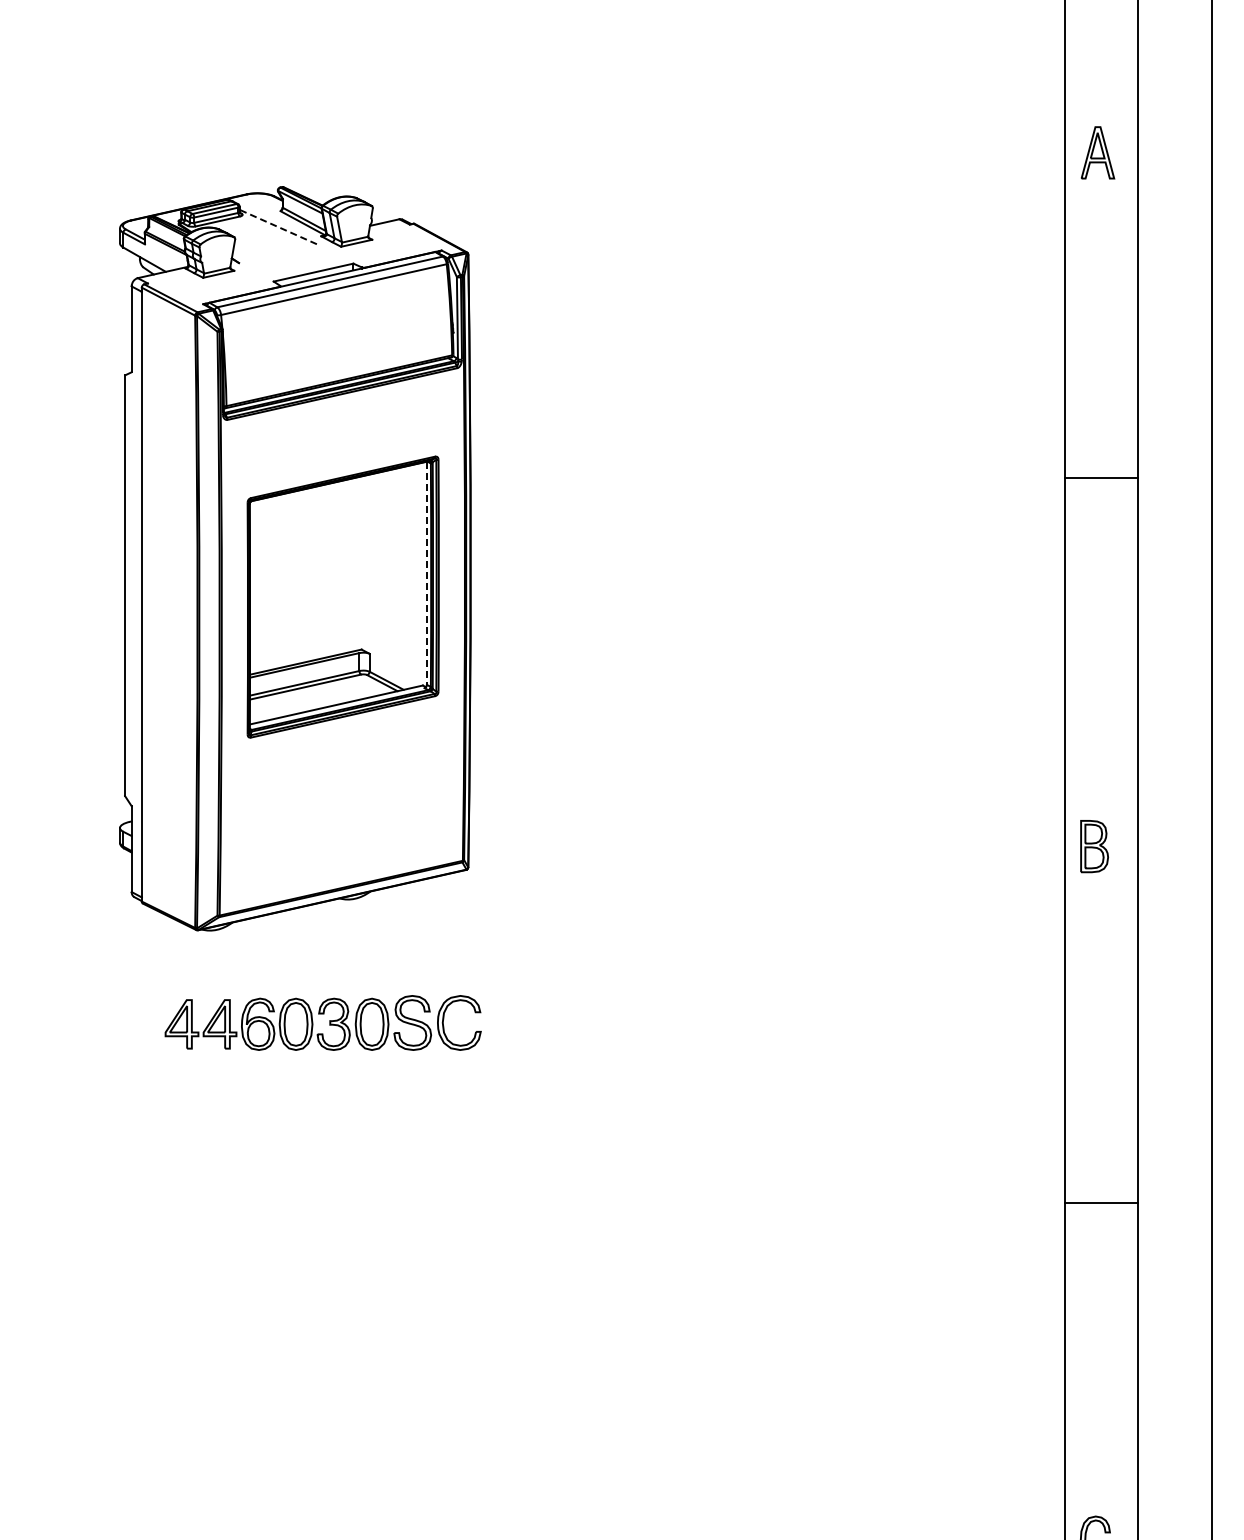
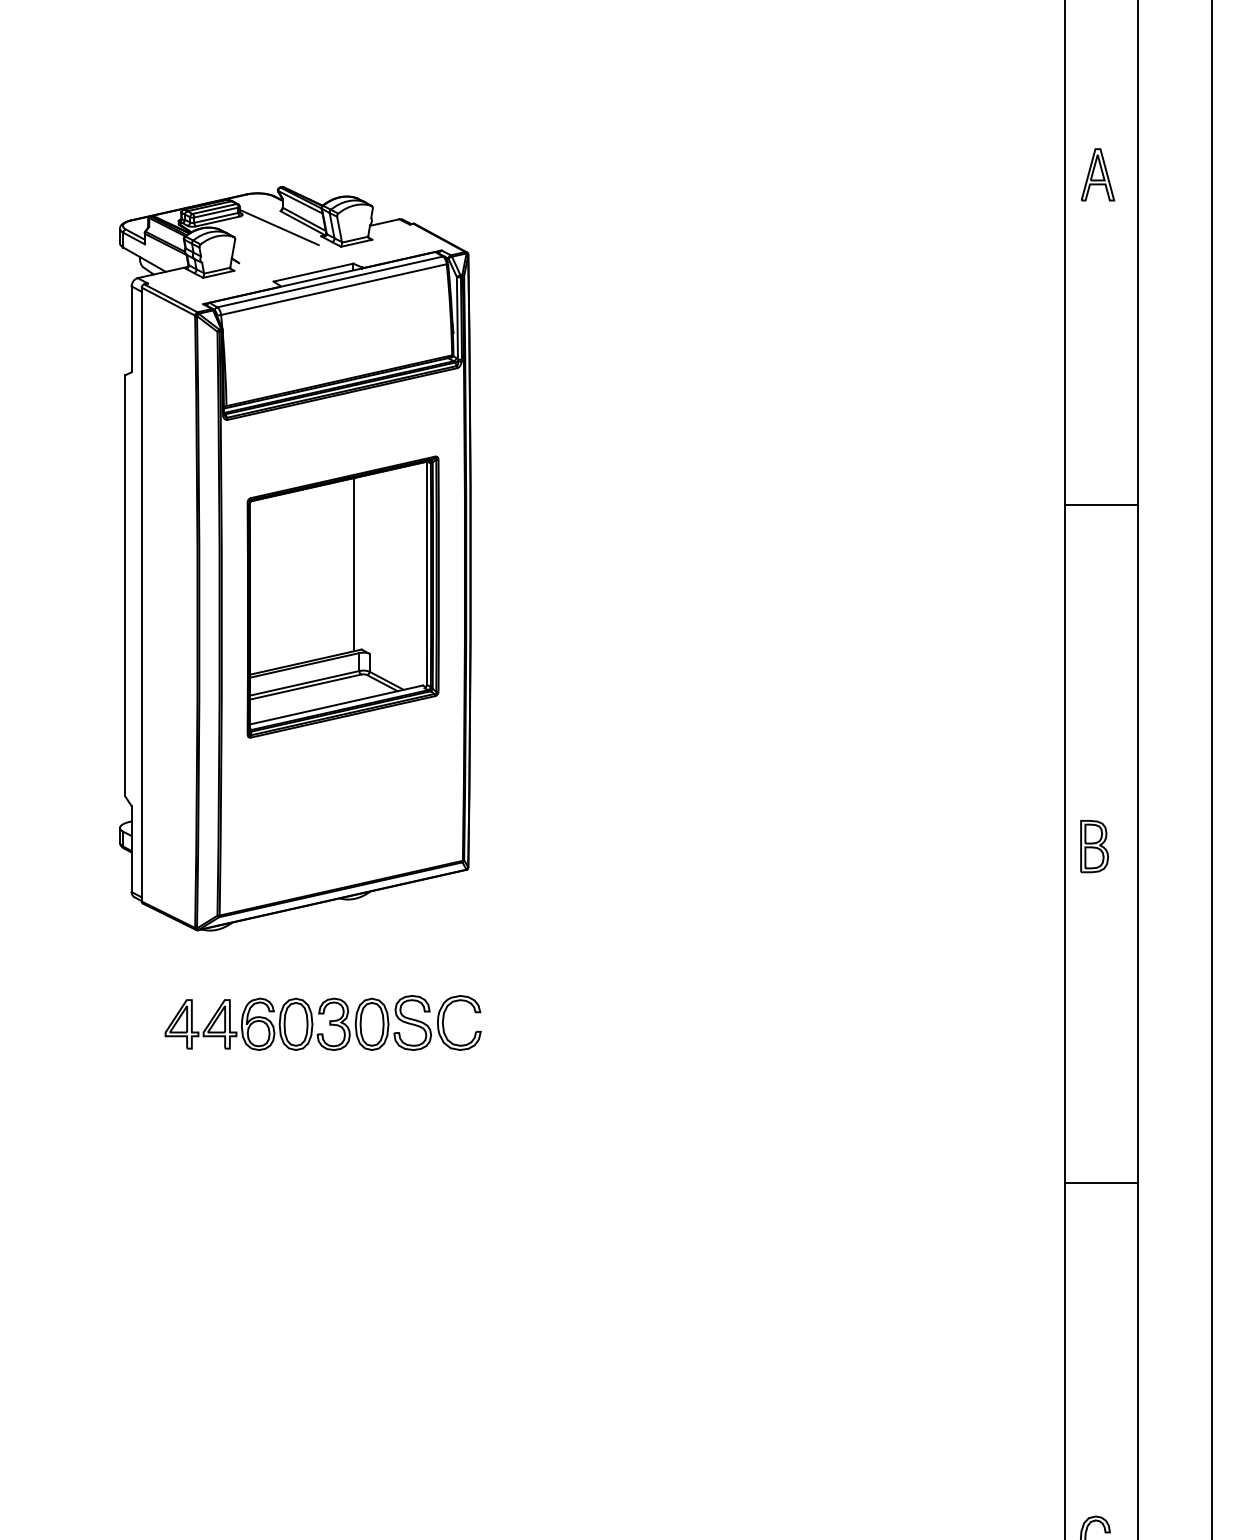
part at (1097, 152) position: (1097, 152) -> (1097, 174)
line at (279, 227): dashed -> solid
line at (1101, 478) position: (1101, 478) -> (1101, 505)
line at (353, 564): none -> present
line at (426, 573): dashed -> solid
line at (1101, 1202) position: (1101, 1202) -> (1101, 1182)
